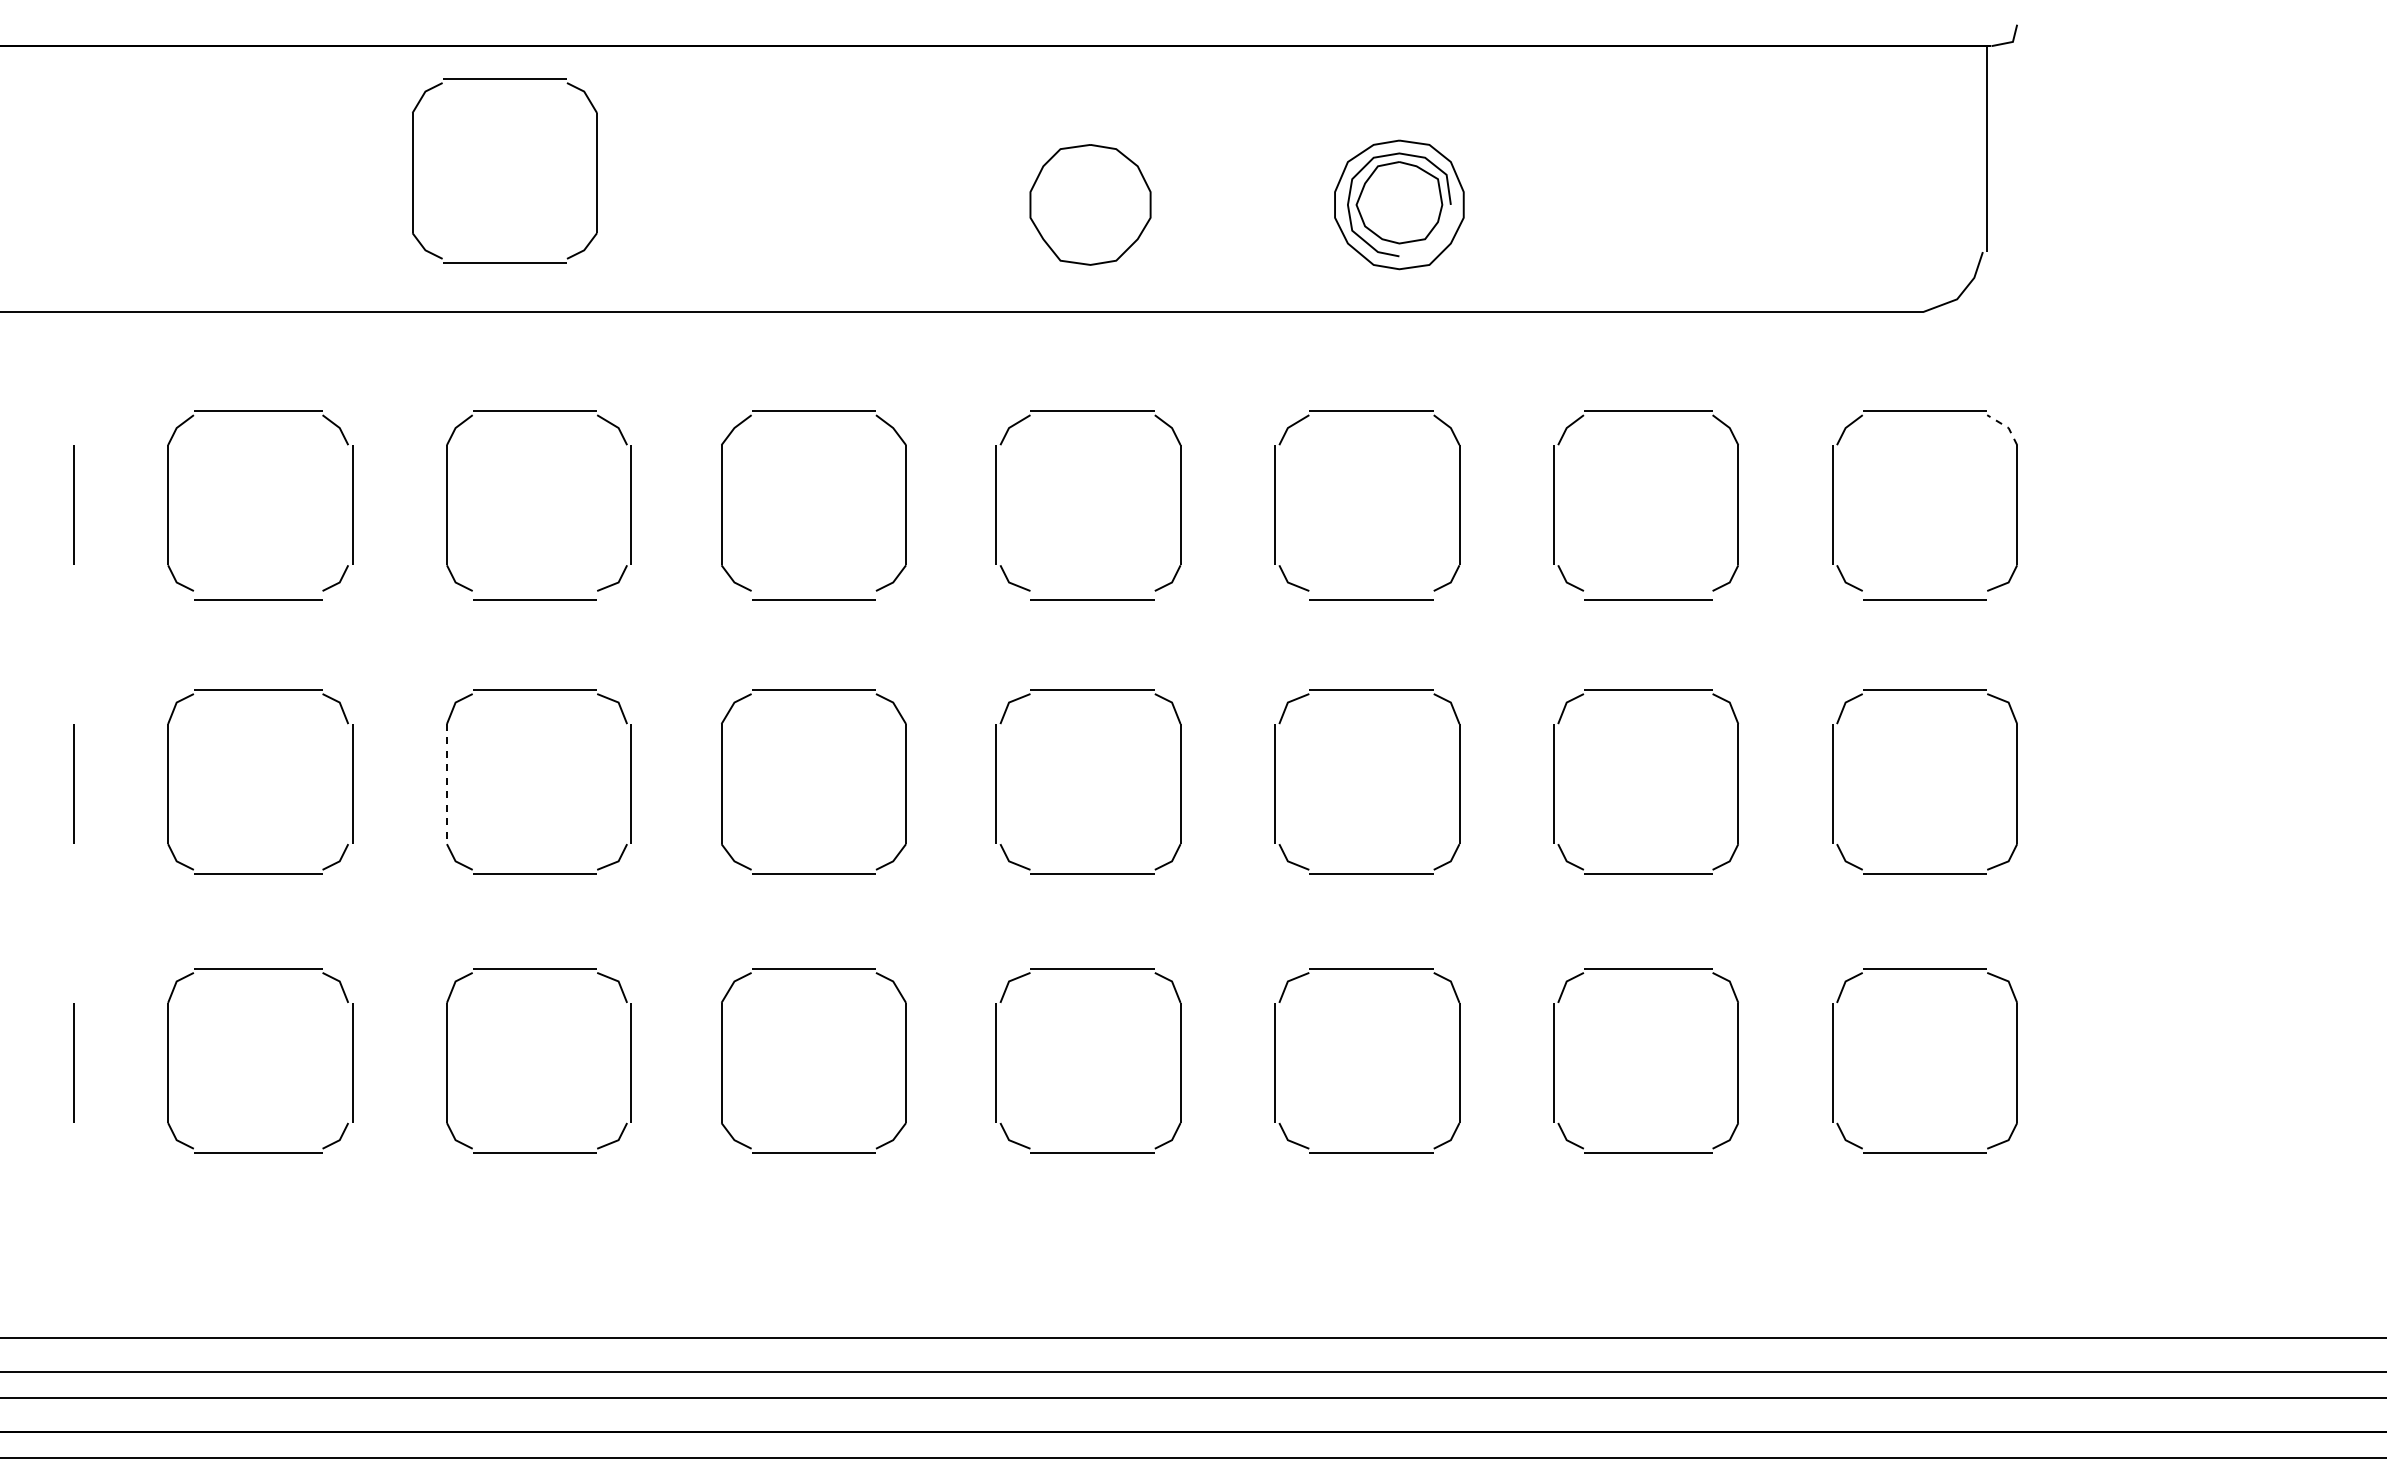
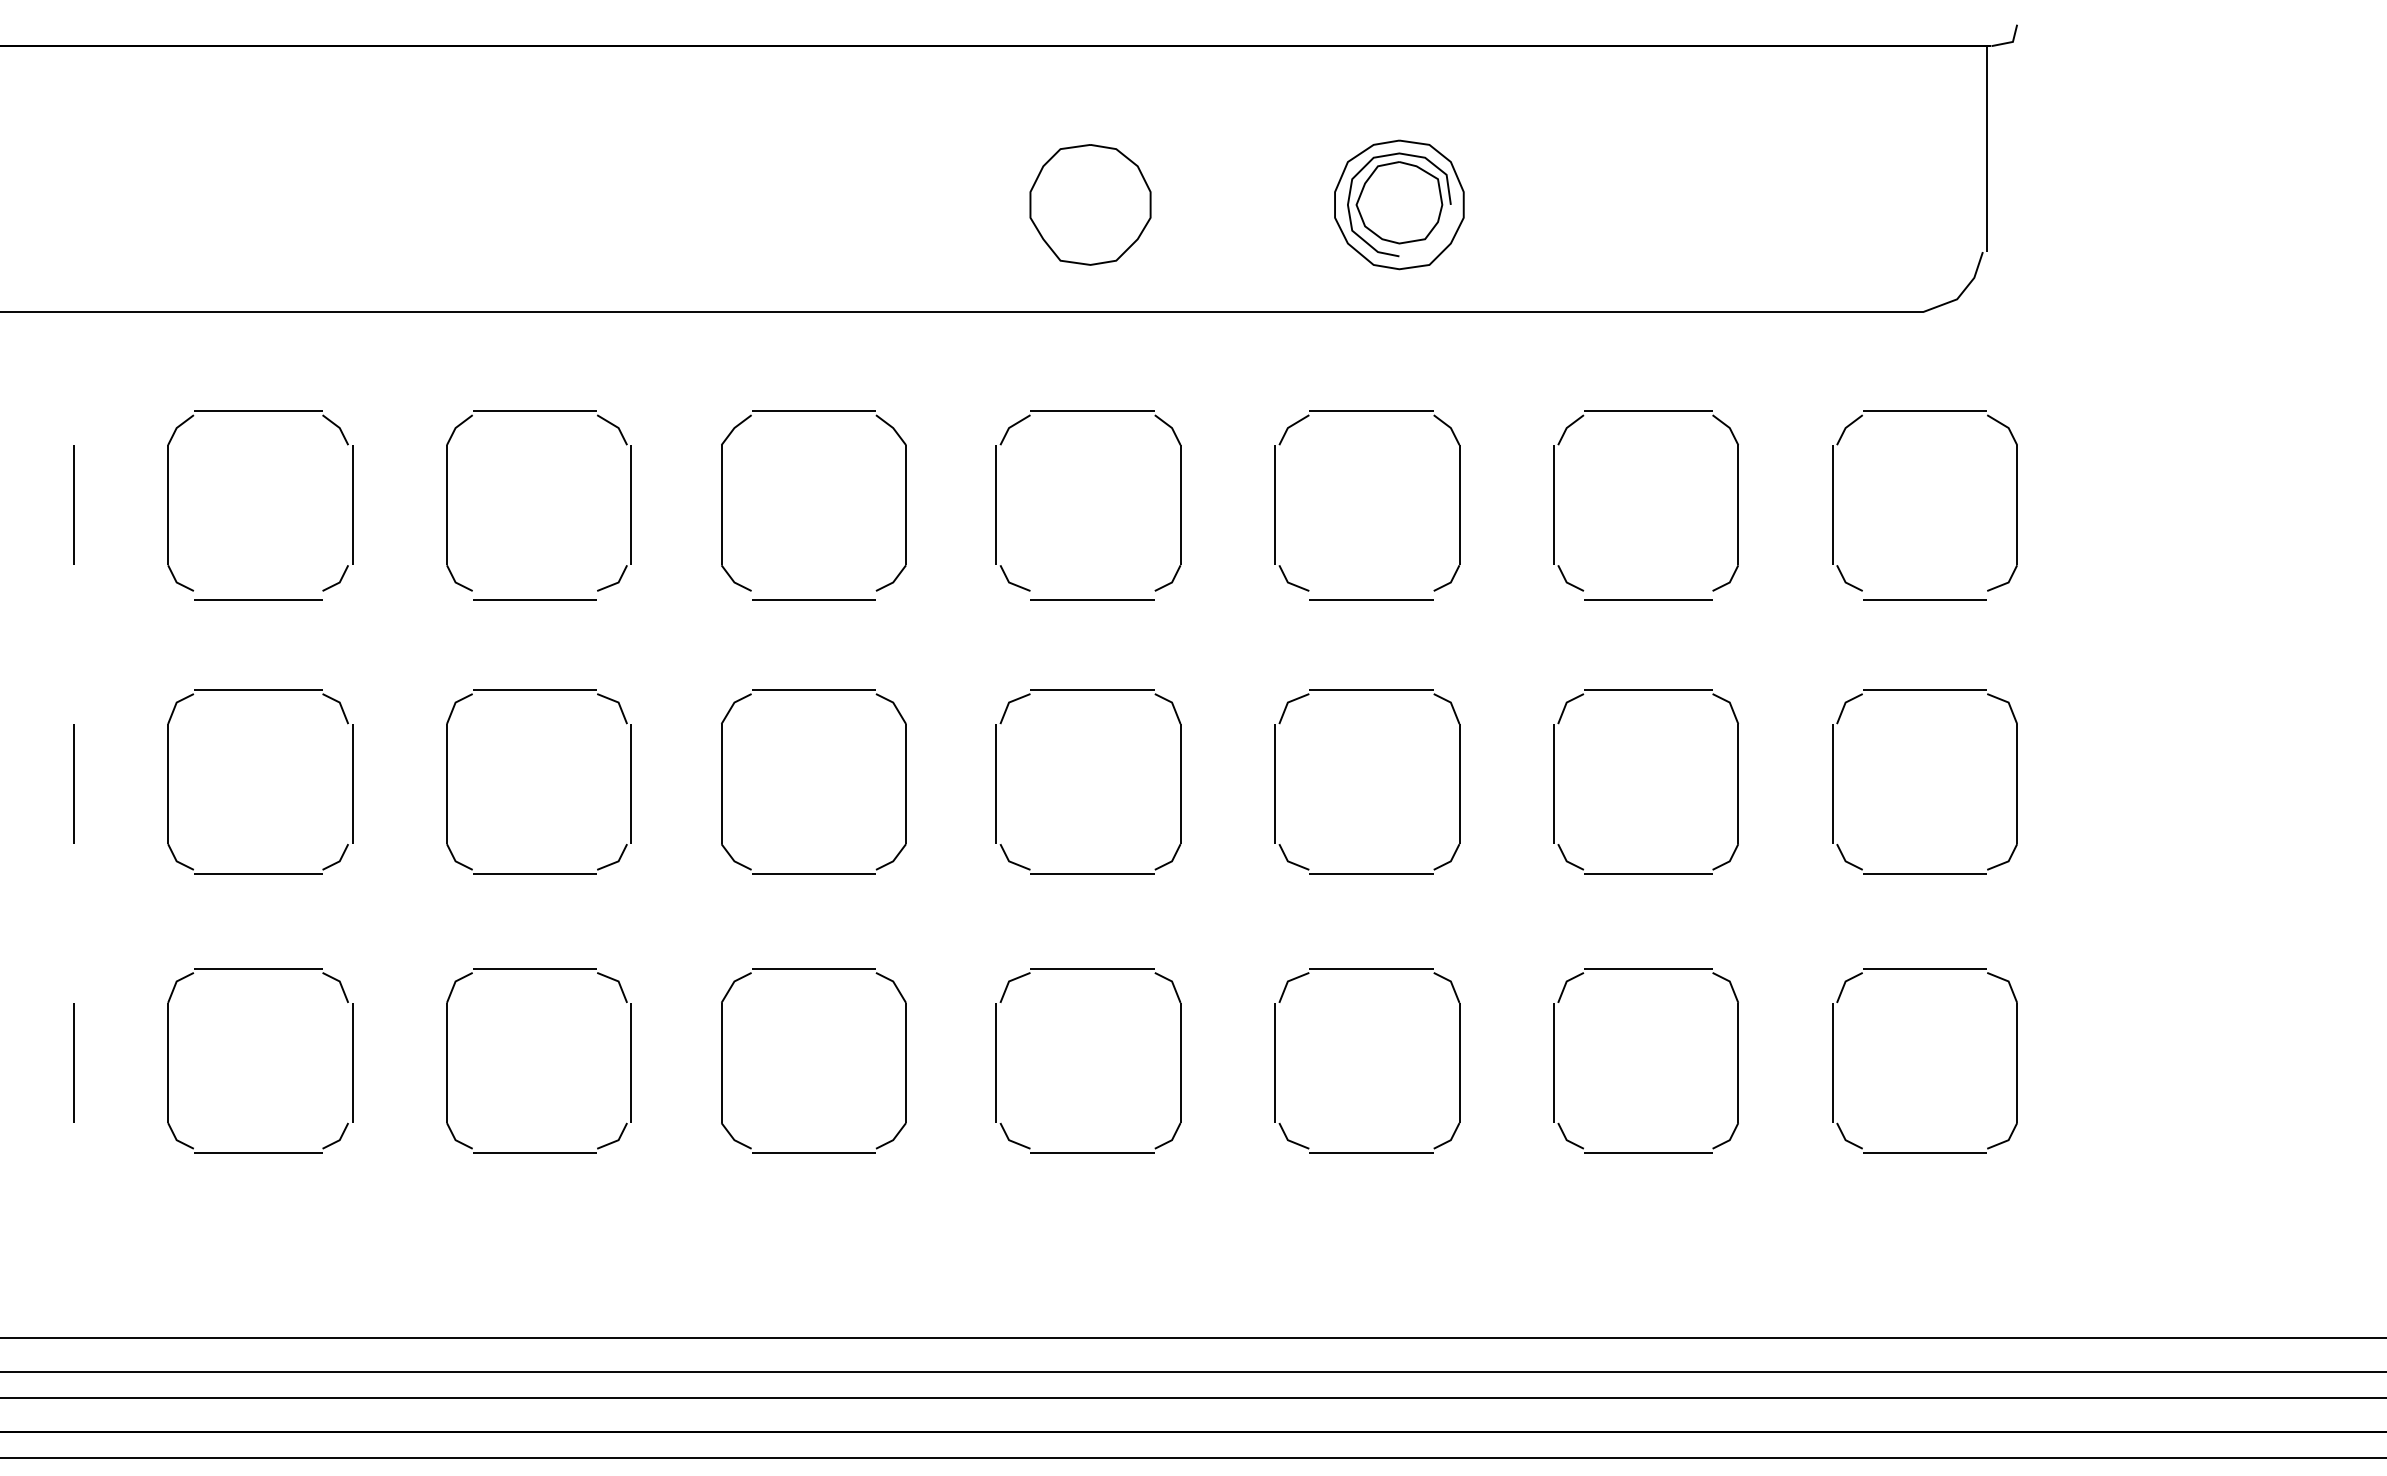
part at (504, 79): present -> none
line at (2006, 427): dashed -> solid
line at (446, 784): dashed -> solid
